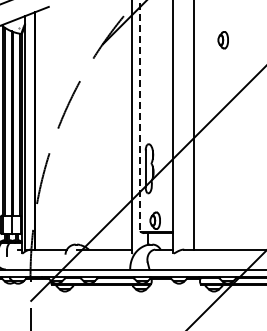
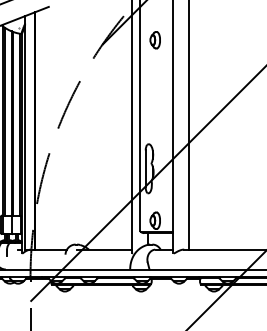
part at (222, 40) position: (222, 40) -> (154, 40)
line at (140, 116): dashed -> solid
line at (193, 125) position: (193, 125) -> (188, 125)
